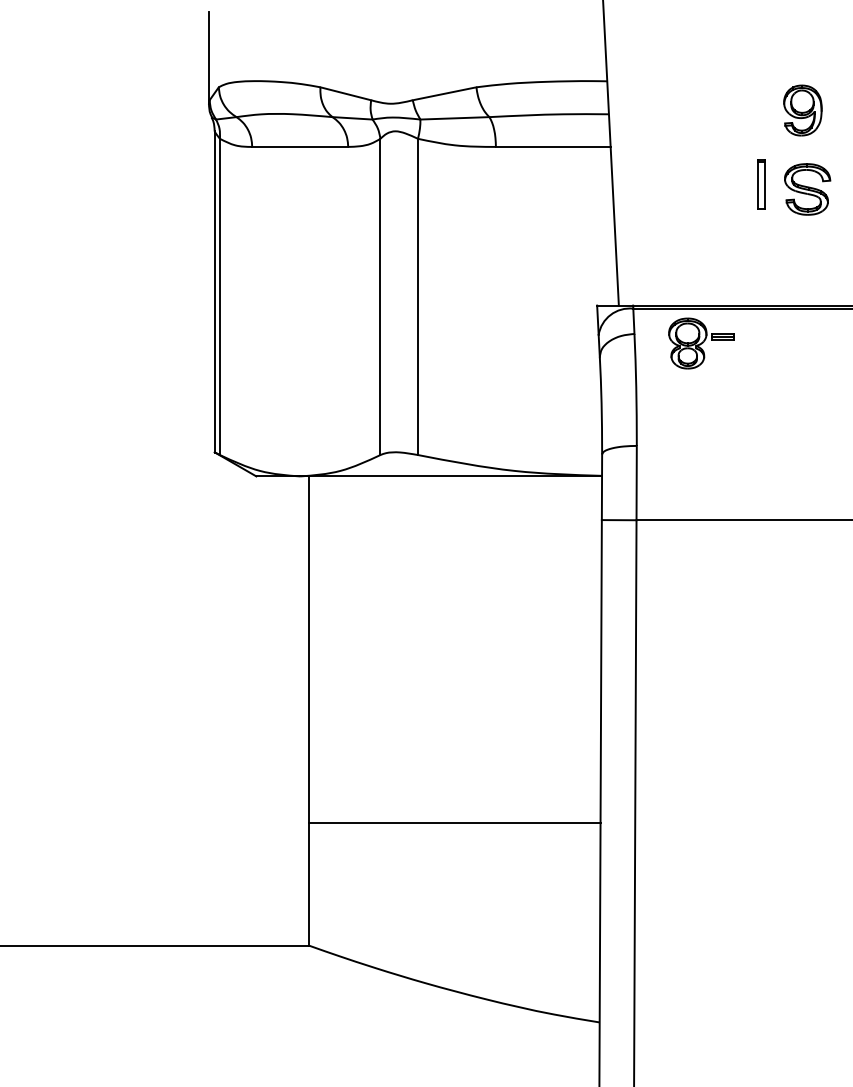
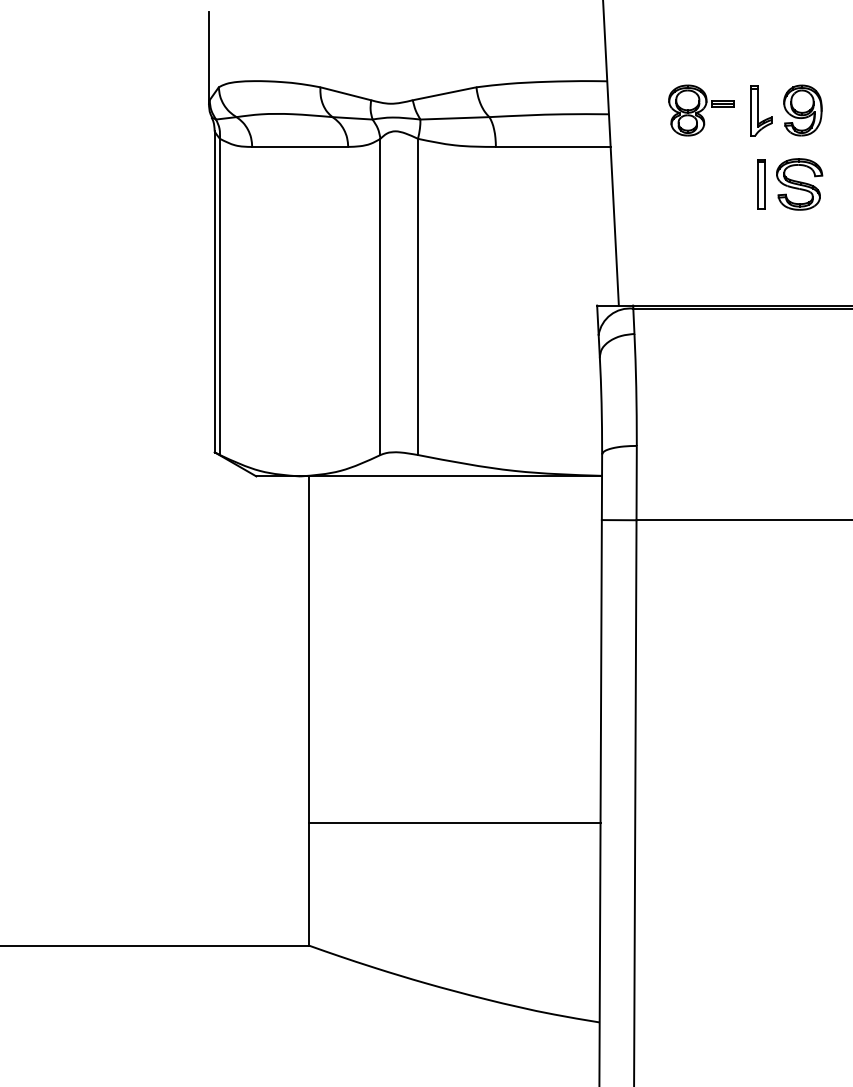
part at (761, 110): none -> present
part at (807, 189) position: (807, 189) -> (799, 184)
part at (701, 343) position: (701, 343) -> (701, 110)
